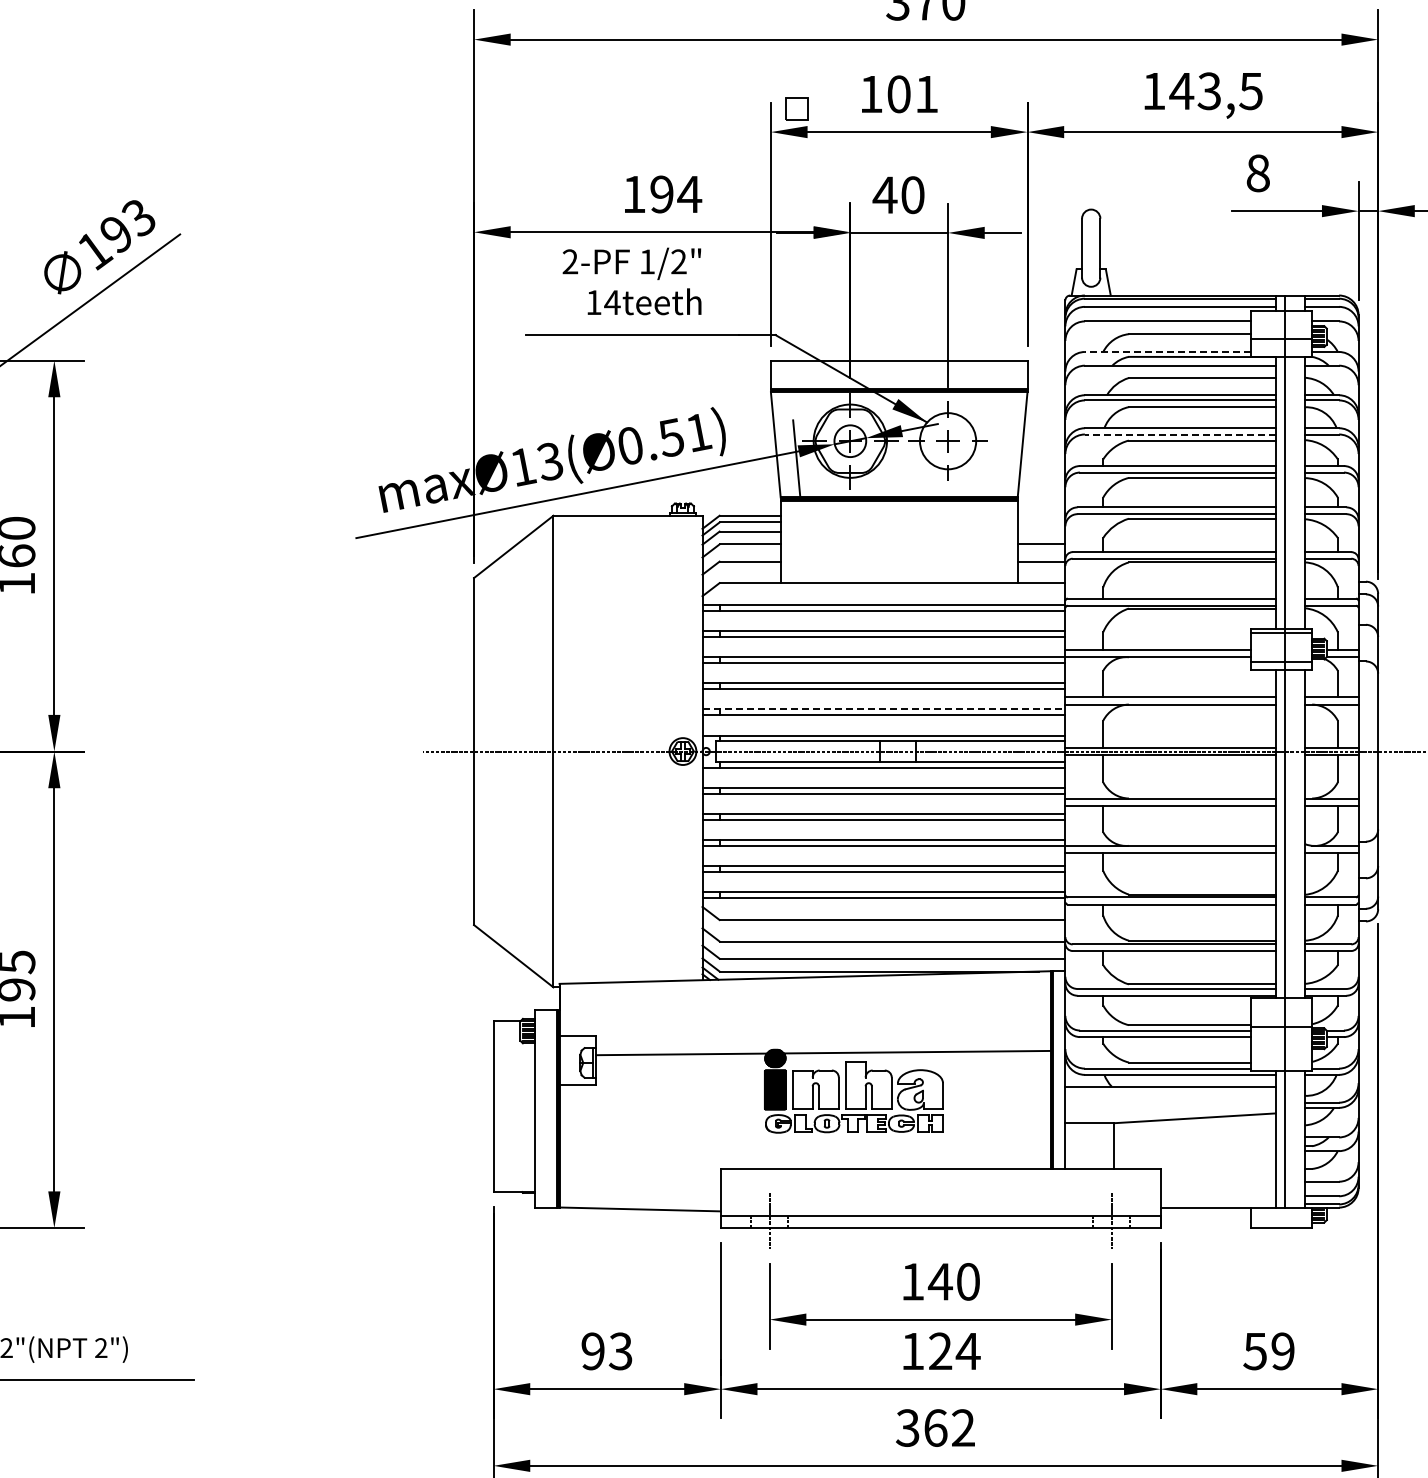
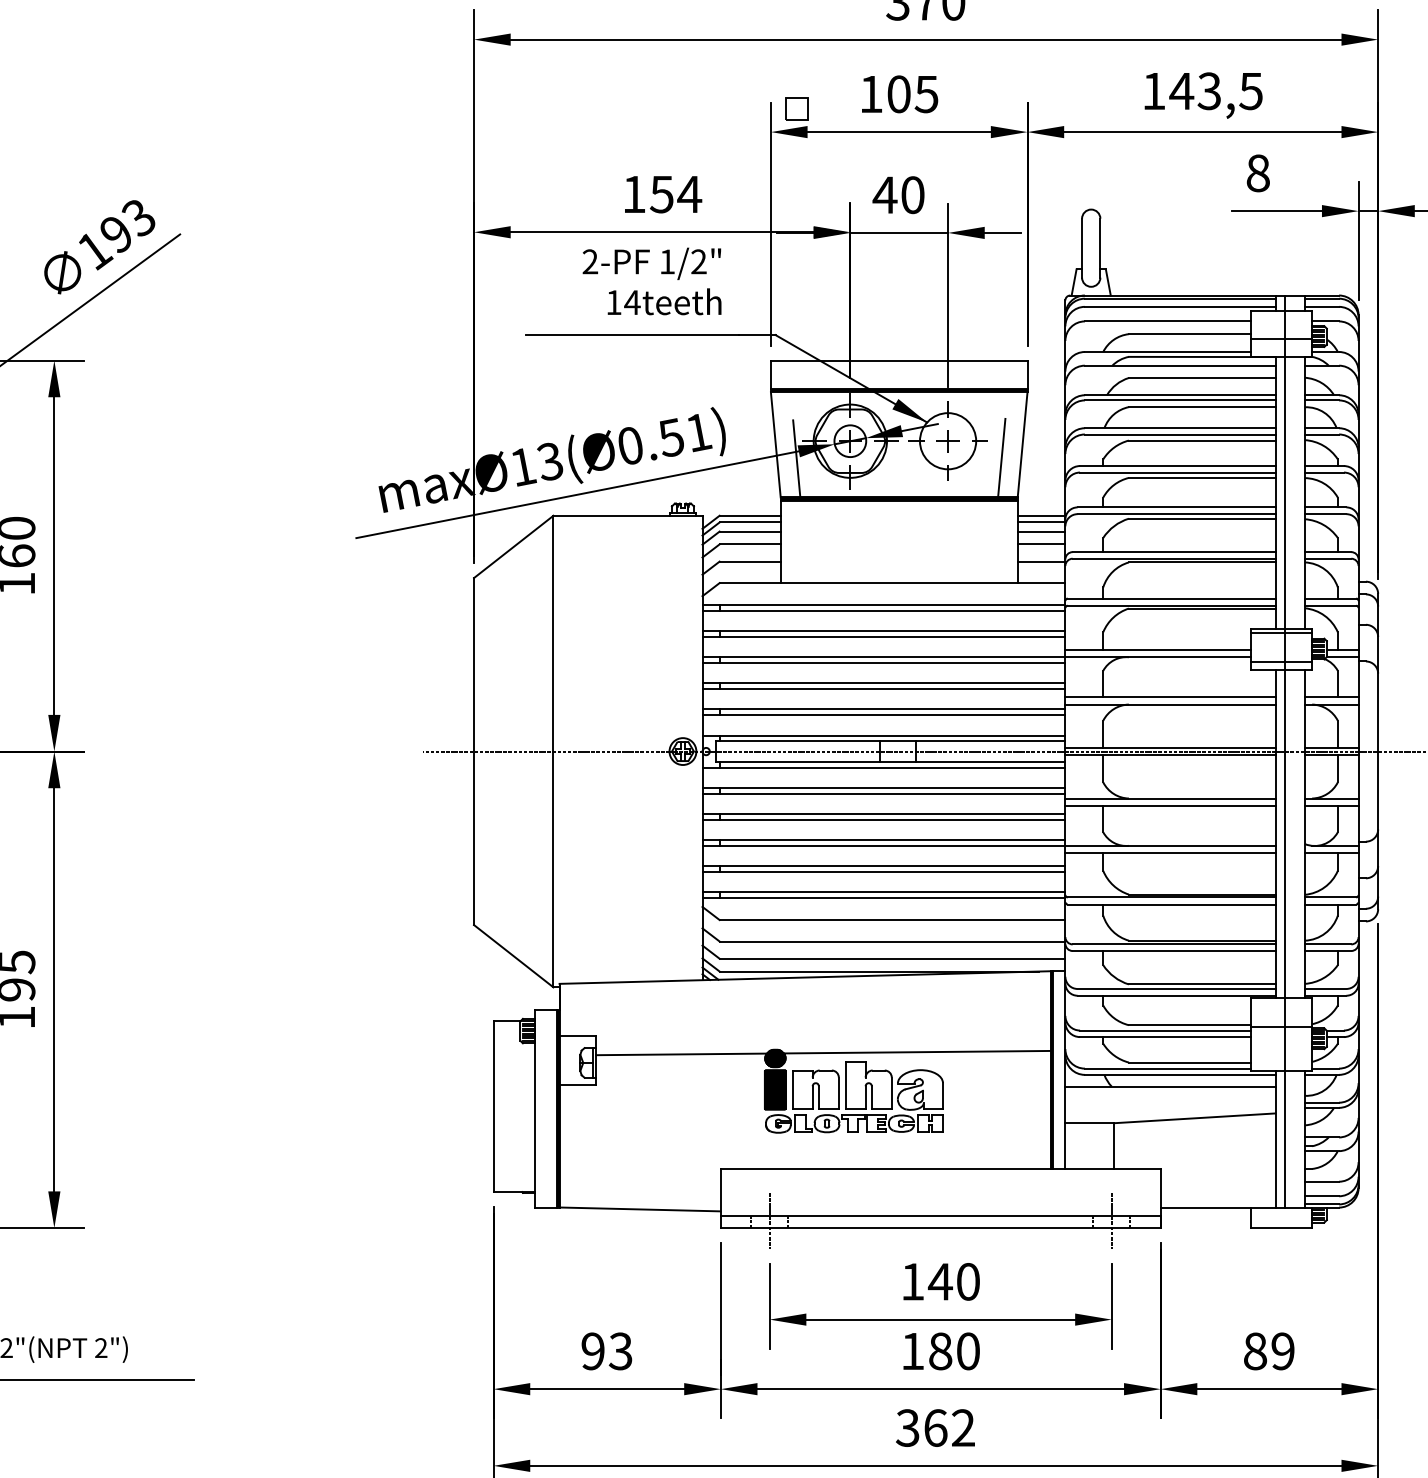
text at (926, 94): 101 -> 105
text at (661, 194): 194 -> 154
text at (631, 281) position: (631, 281) -> (651, 281)
line at (1167, 351): dashed -> solid
line at (1179, 434): dashed -> solid
line at (1001, 457): none -> present
line at (1041, 515): none -> present
line at (1041, 522): none -> present
line at (1041, 531): none -> present
line at (884, 709): dashed -> solid
text at (954, 1351): 124 -> 180
text at (1255, 1351): 59 -> 89
